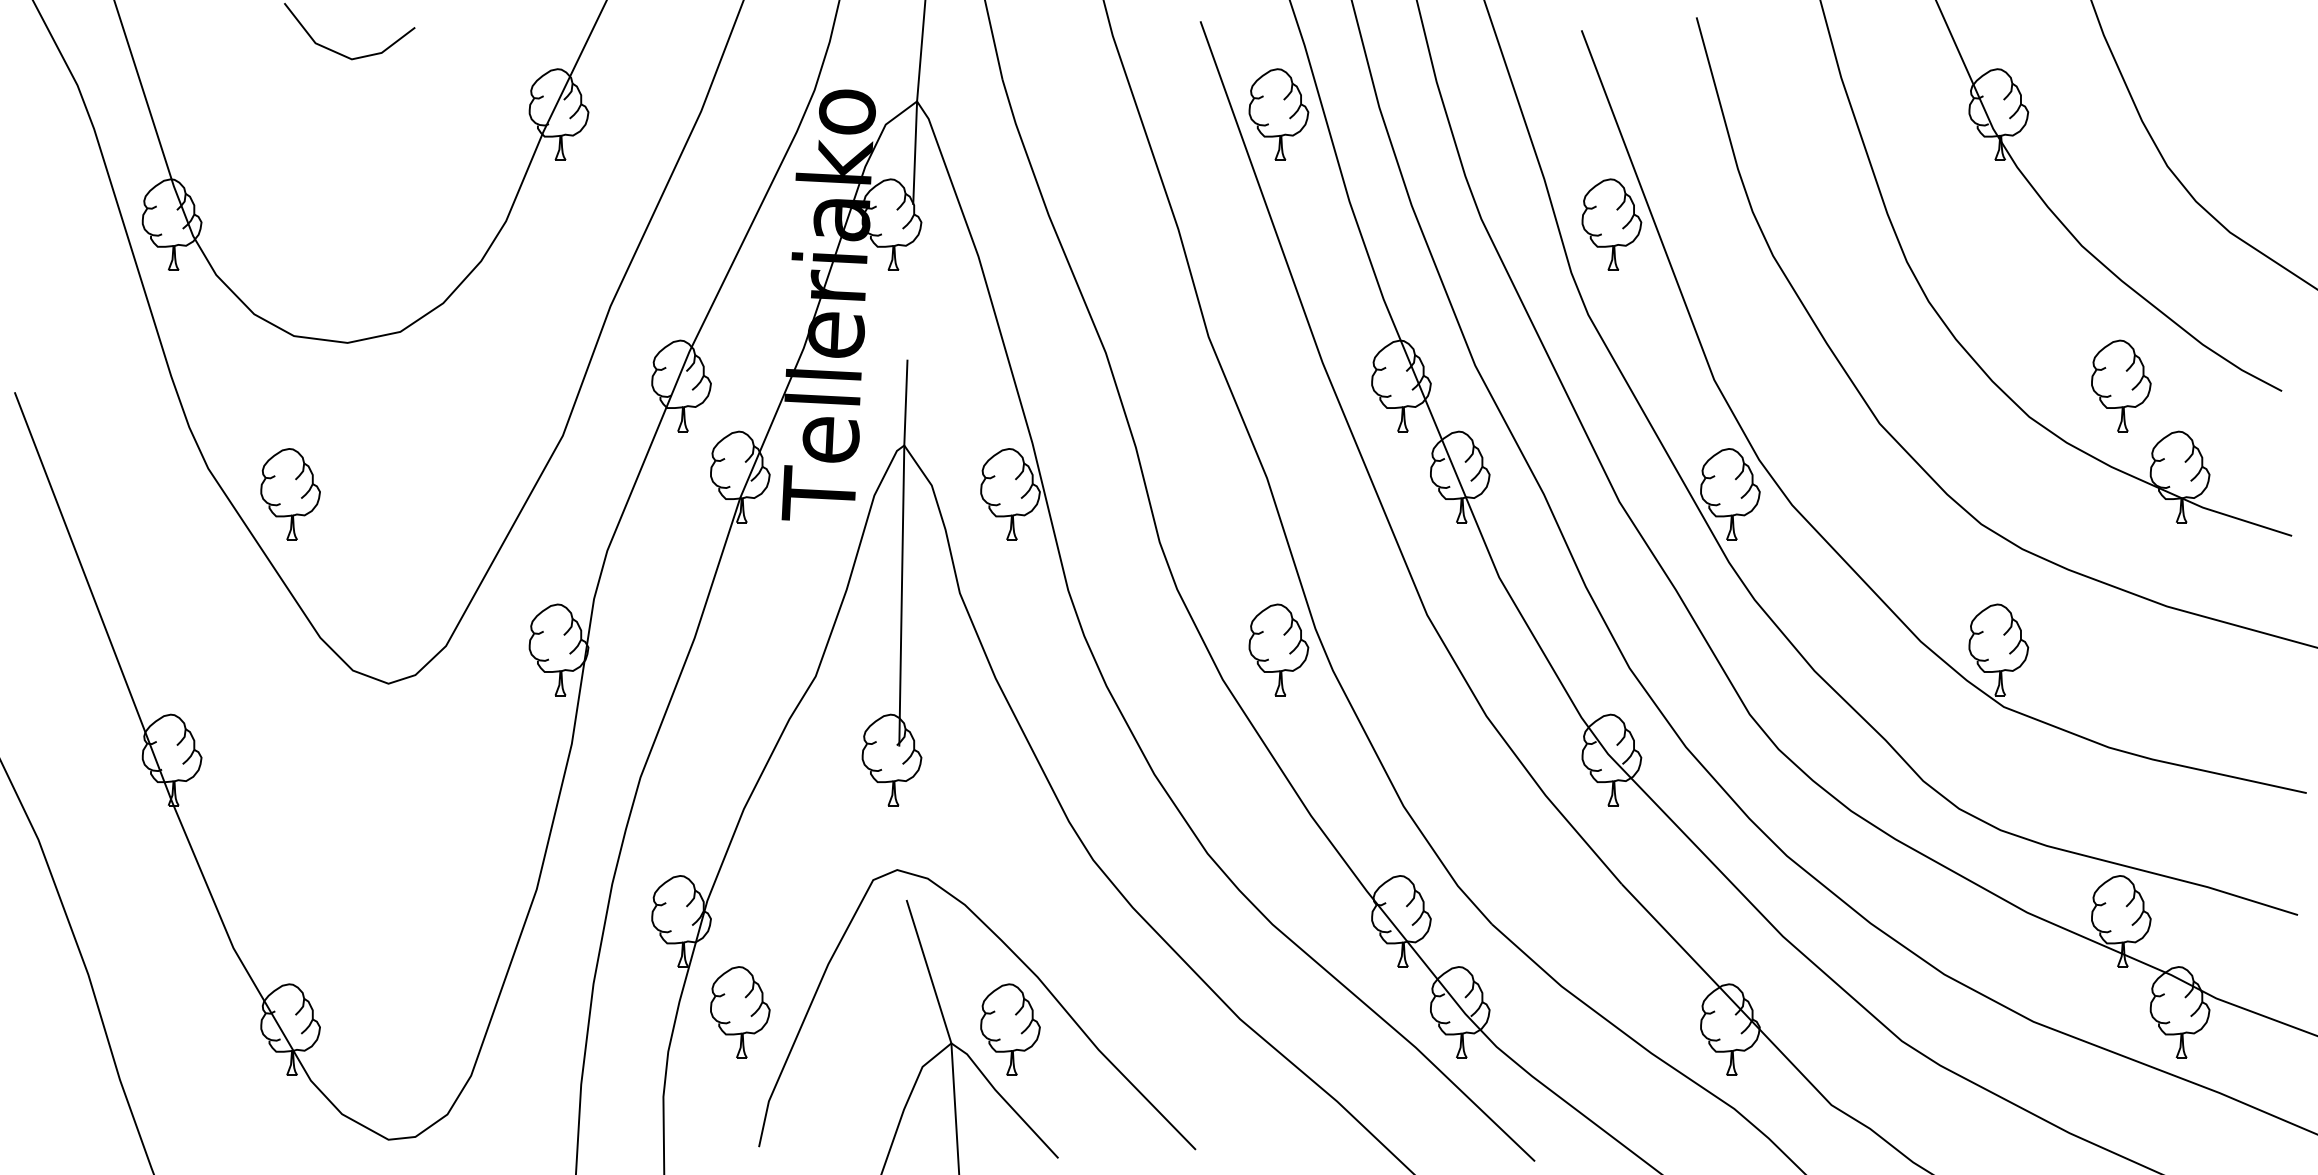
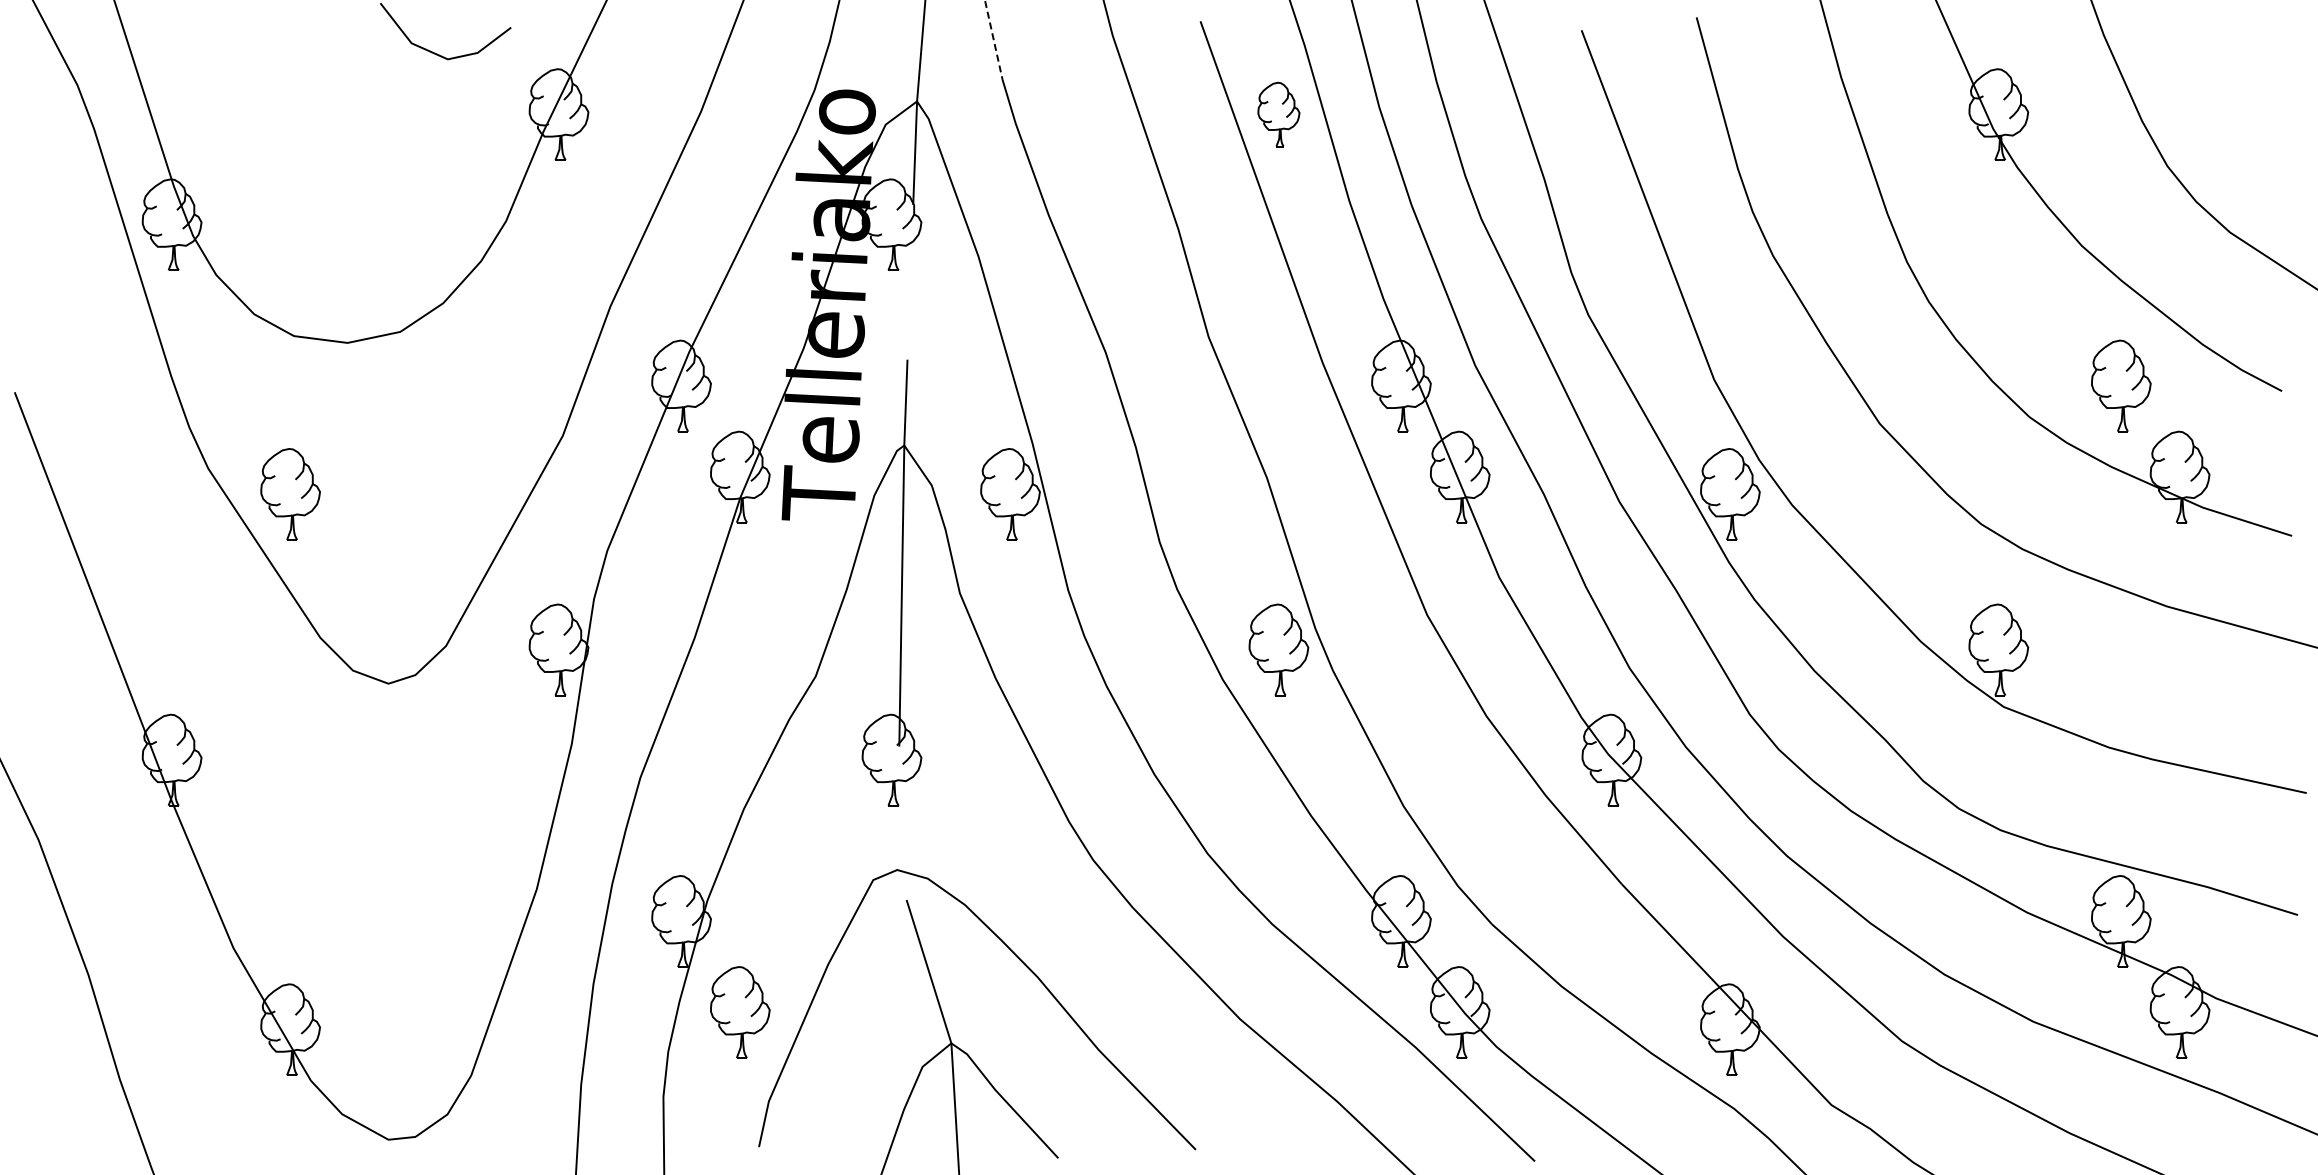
line at (993, 40): solid -> dashed
line at (339, 52) position: (339, 52) -> (435, 52)
part at (1278, 114) size: 62x93 px -> 44x67 px
part at (1611, 224): present -> none
part at (1010, 1029): present -> none
